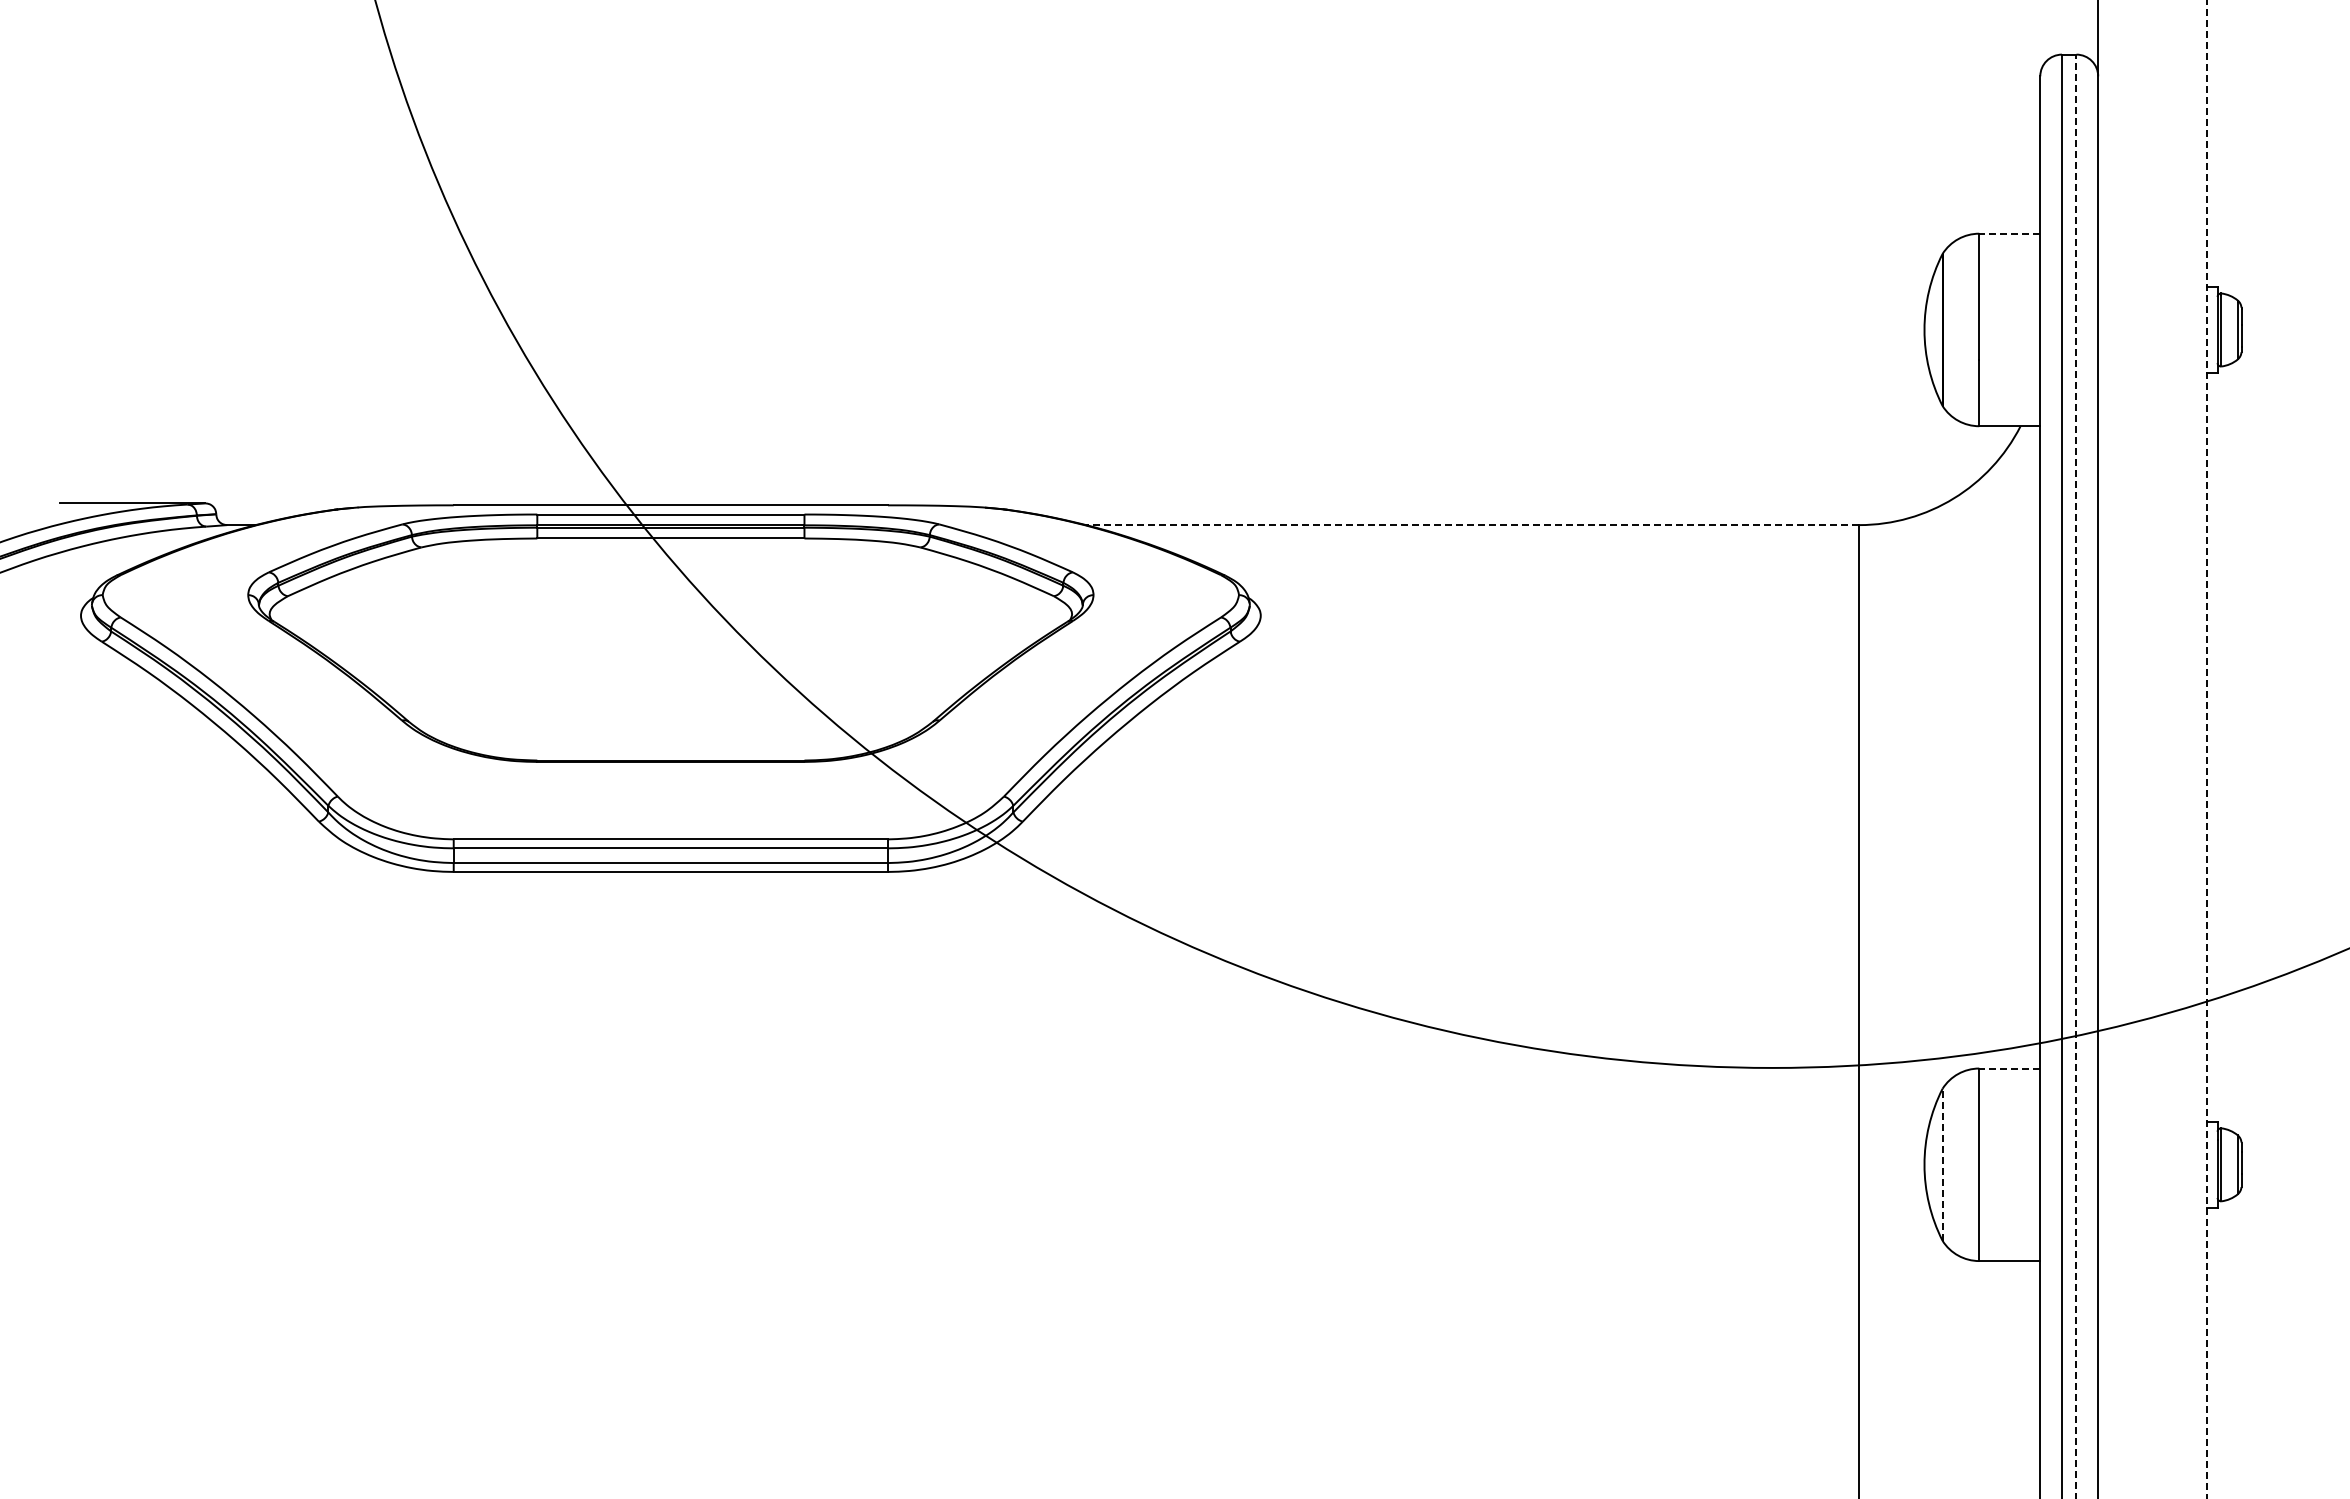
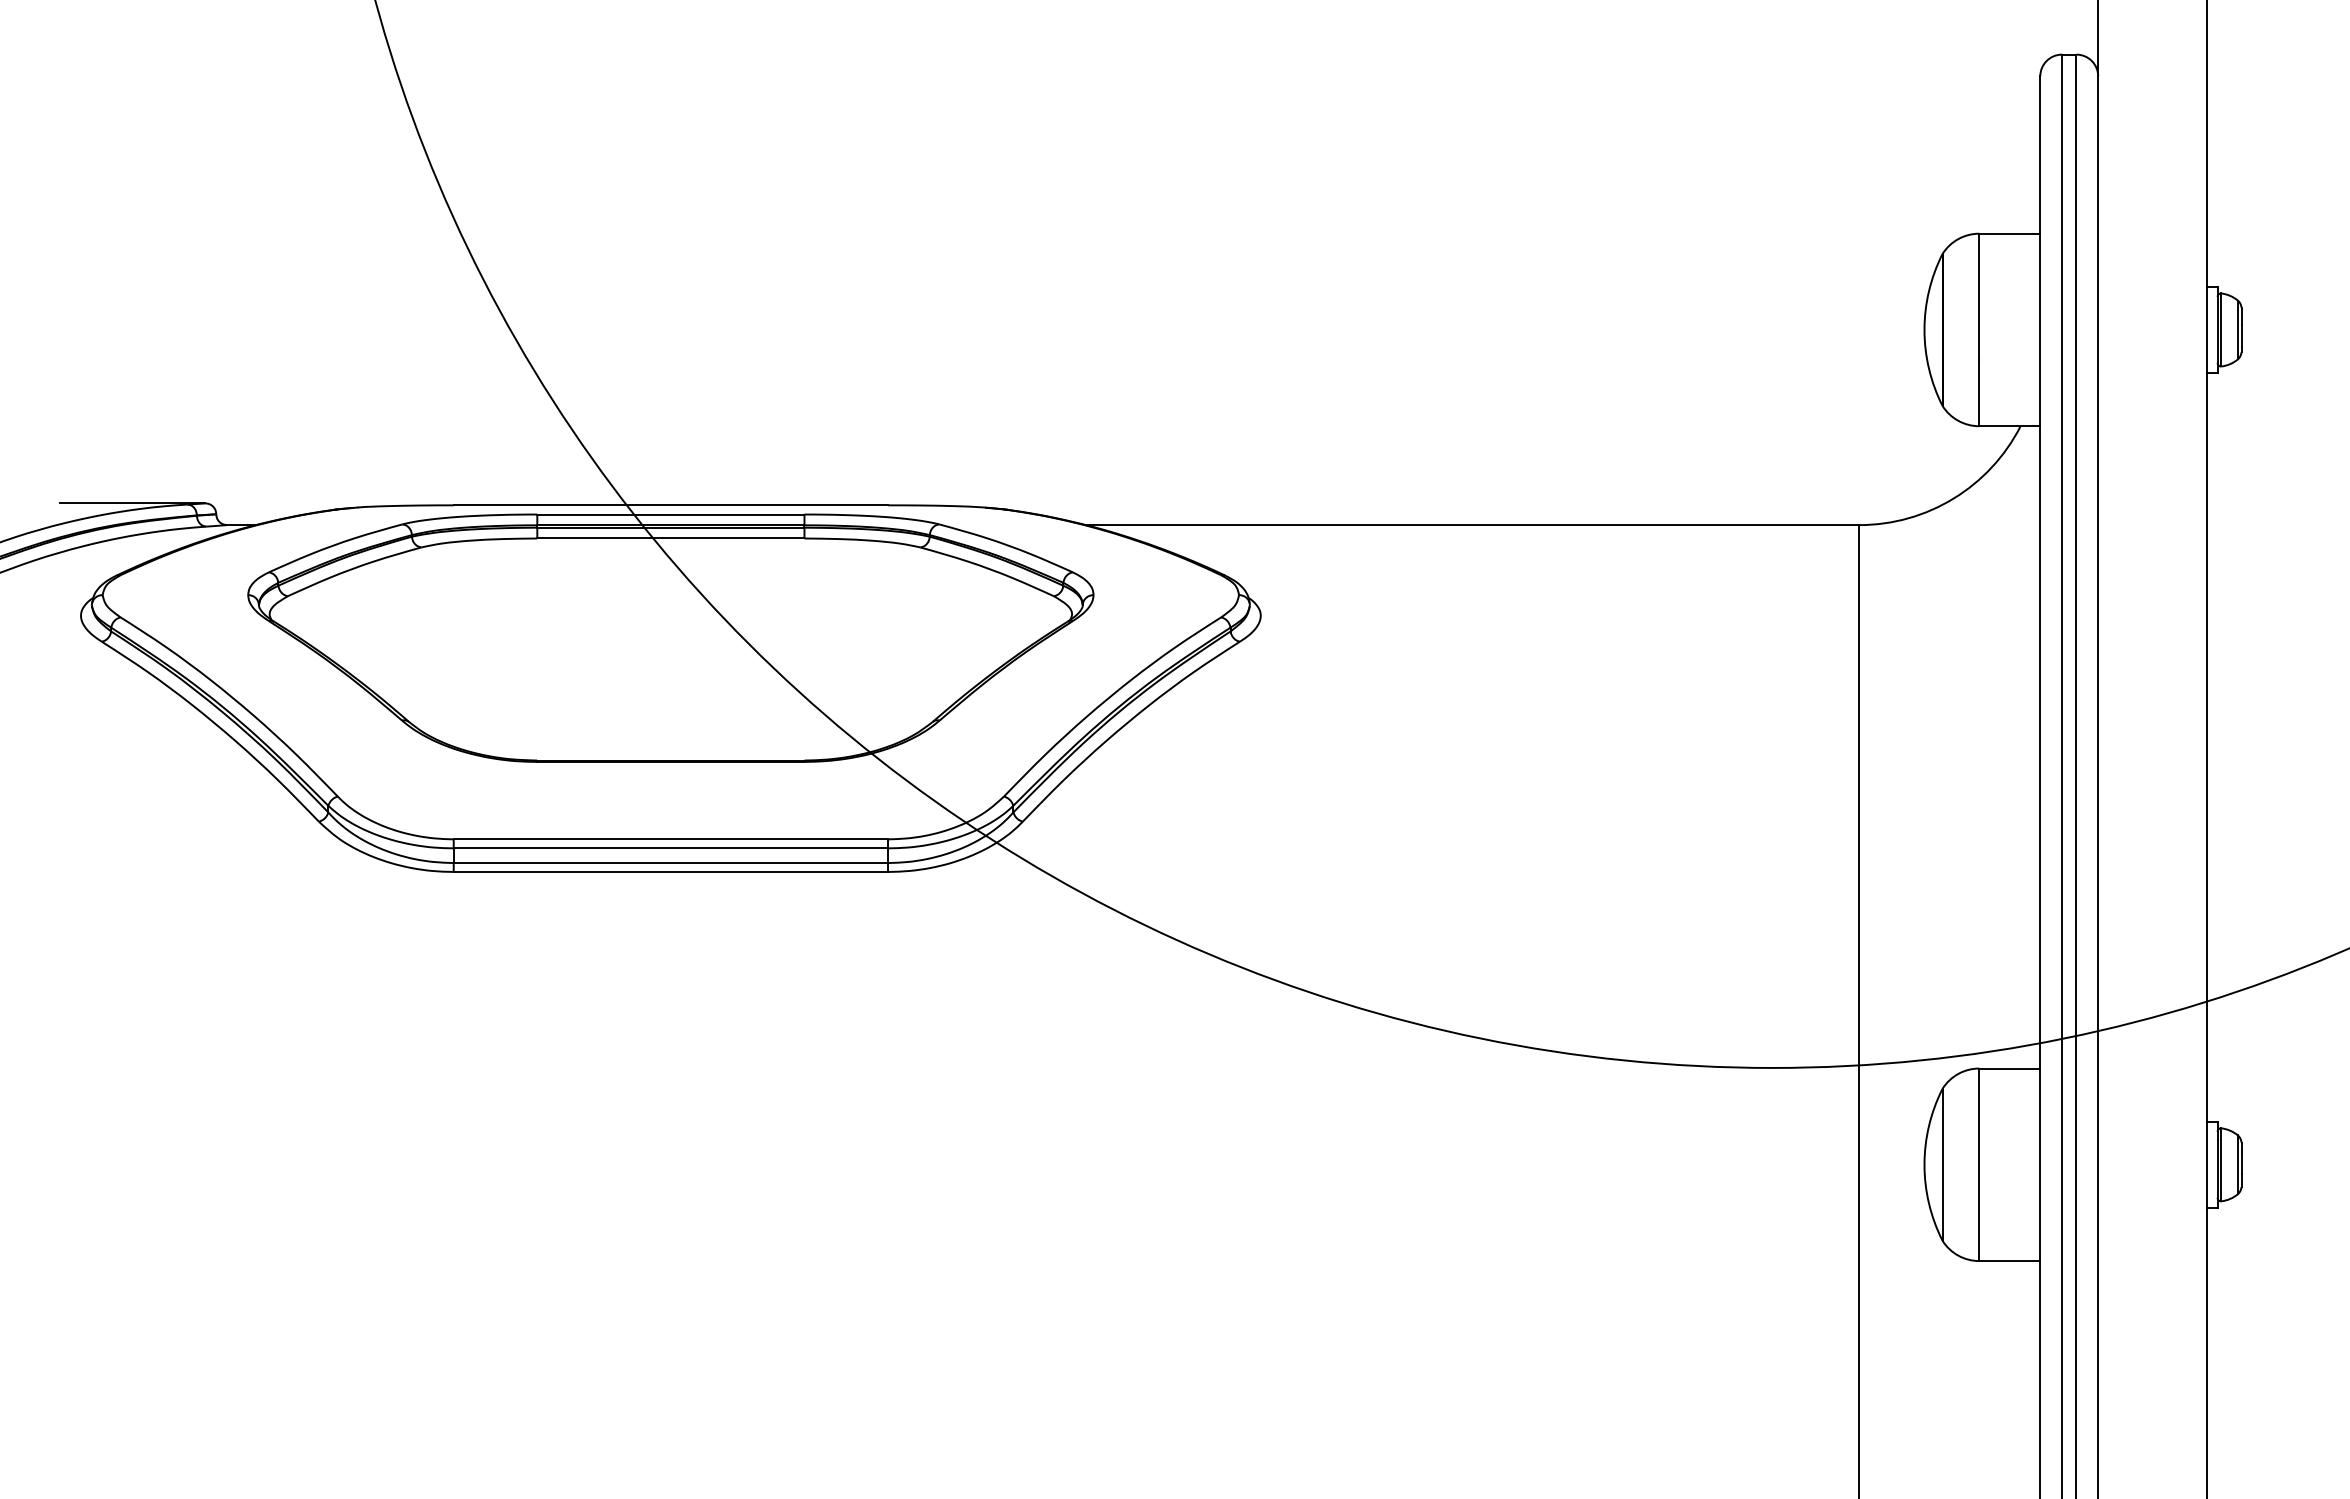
line at (2009, 233): dashed -> solid
line at (1472, 525): dashed -> solid
line at (2206, 749): dashed -> solid
line at (2076, 776): dashed -> solid
line at (2009, 1068): dashed -> solid
line at (1942, 1164): dashed -> solid
